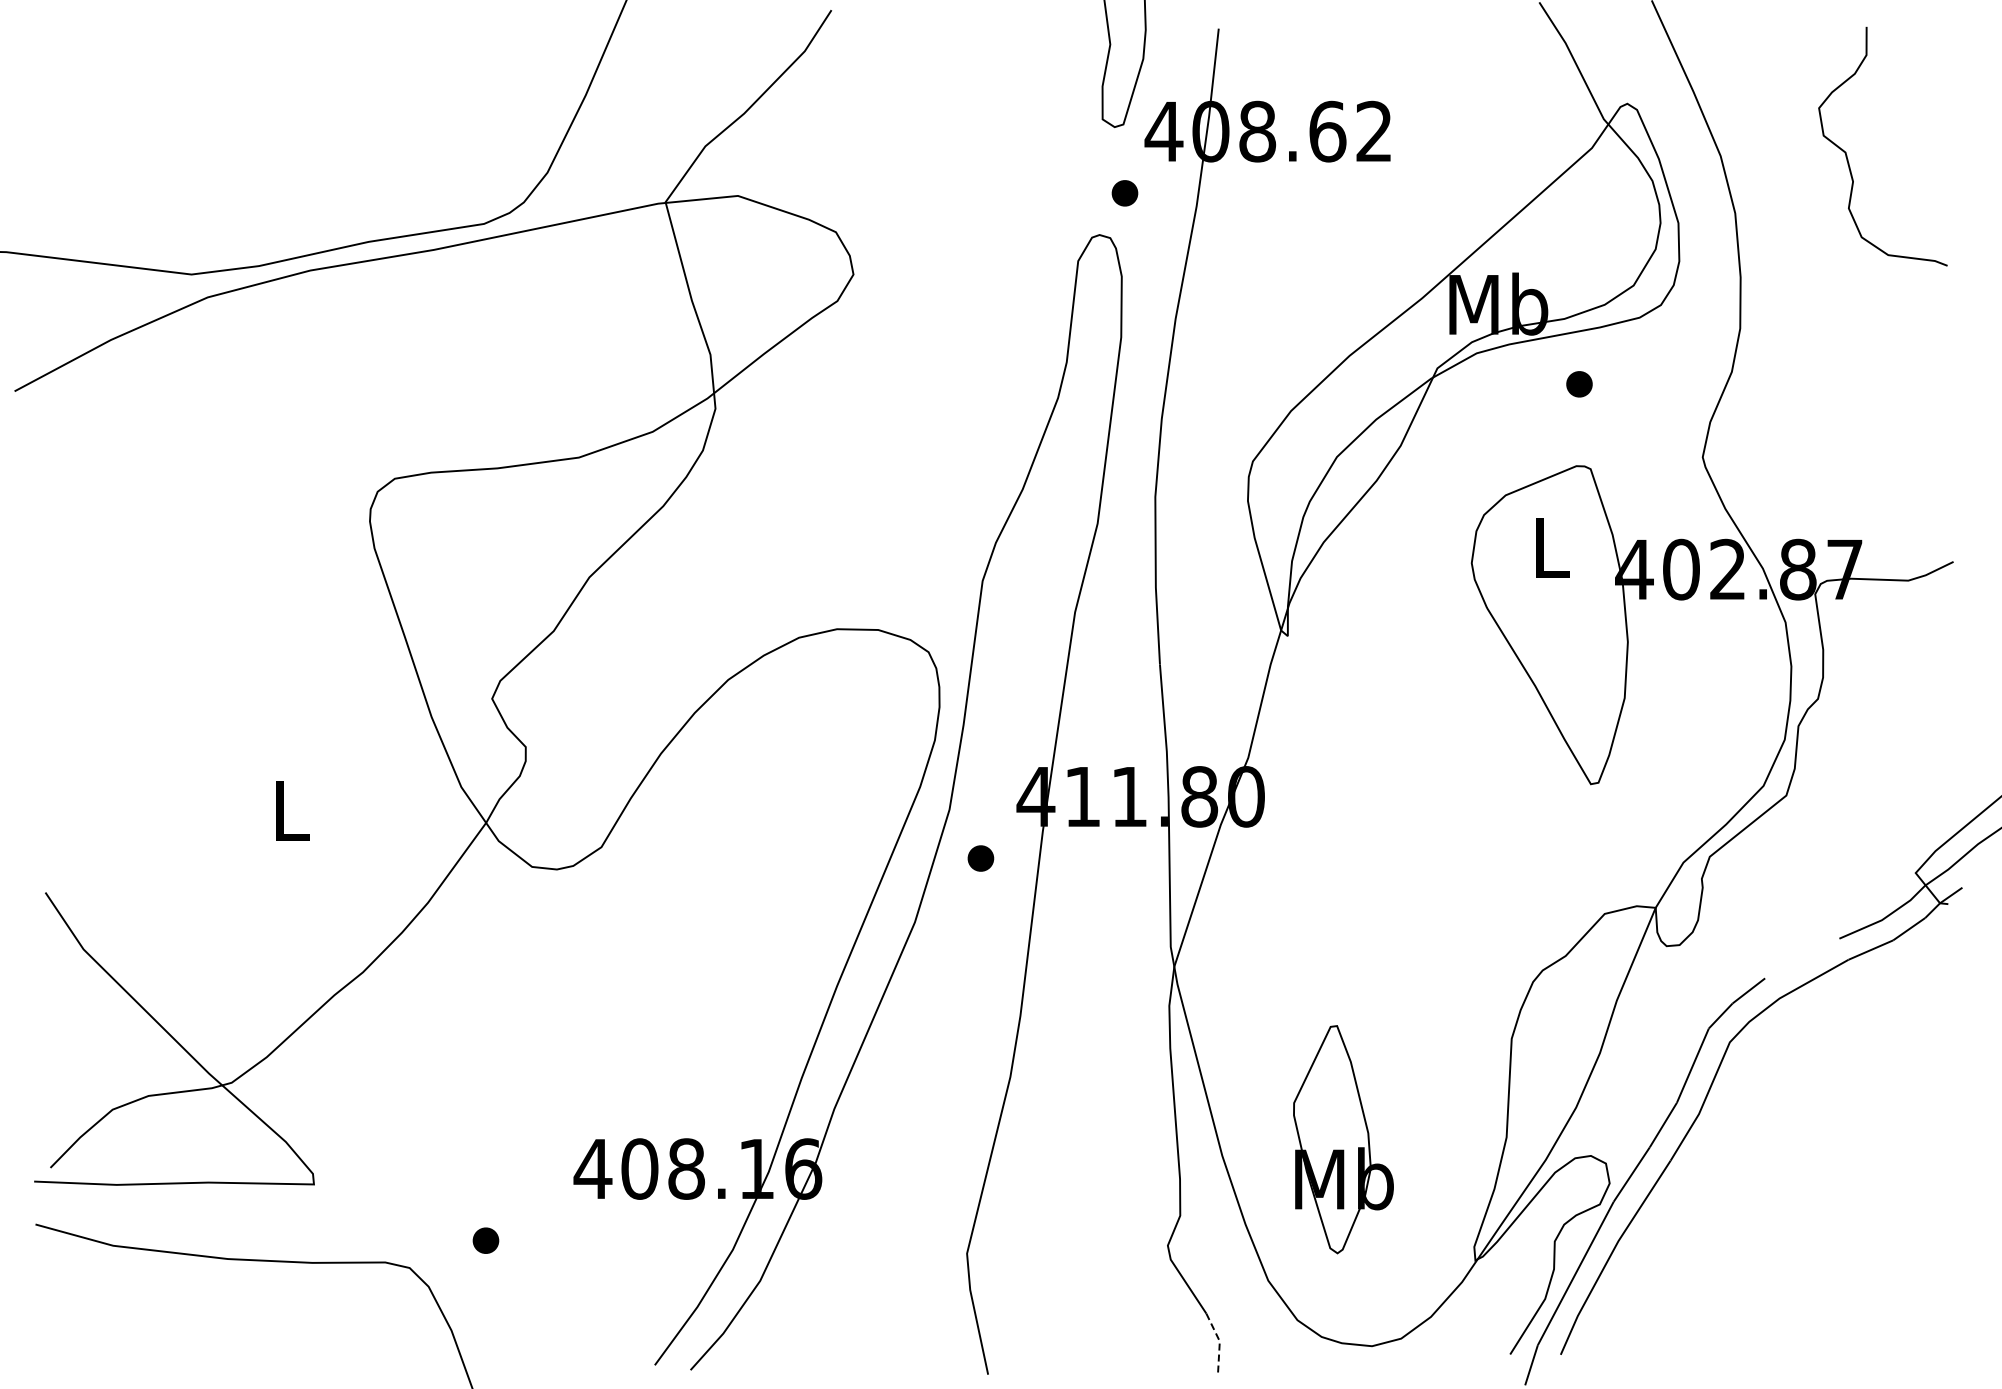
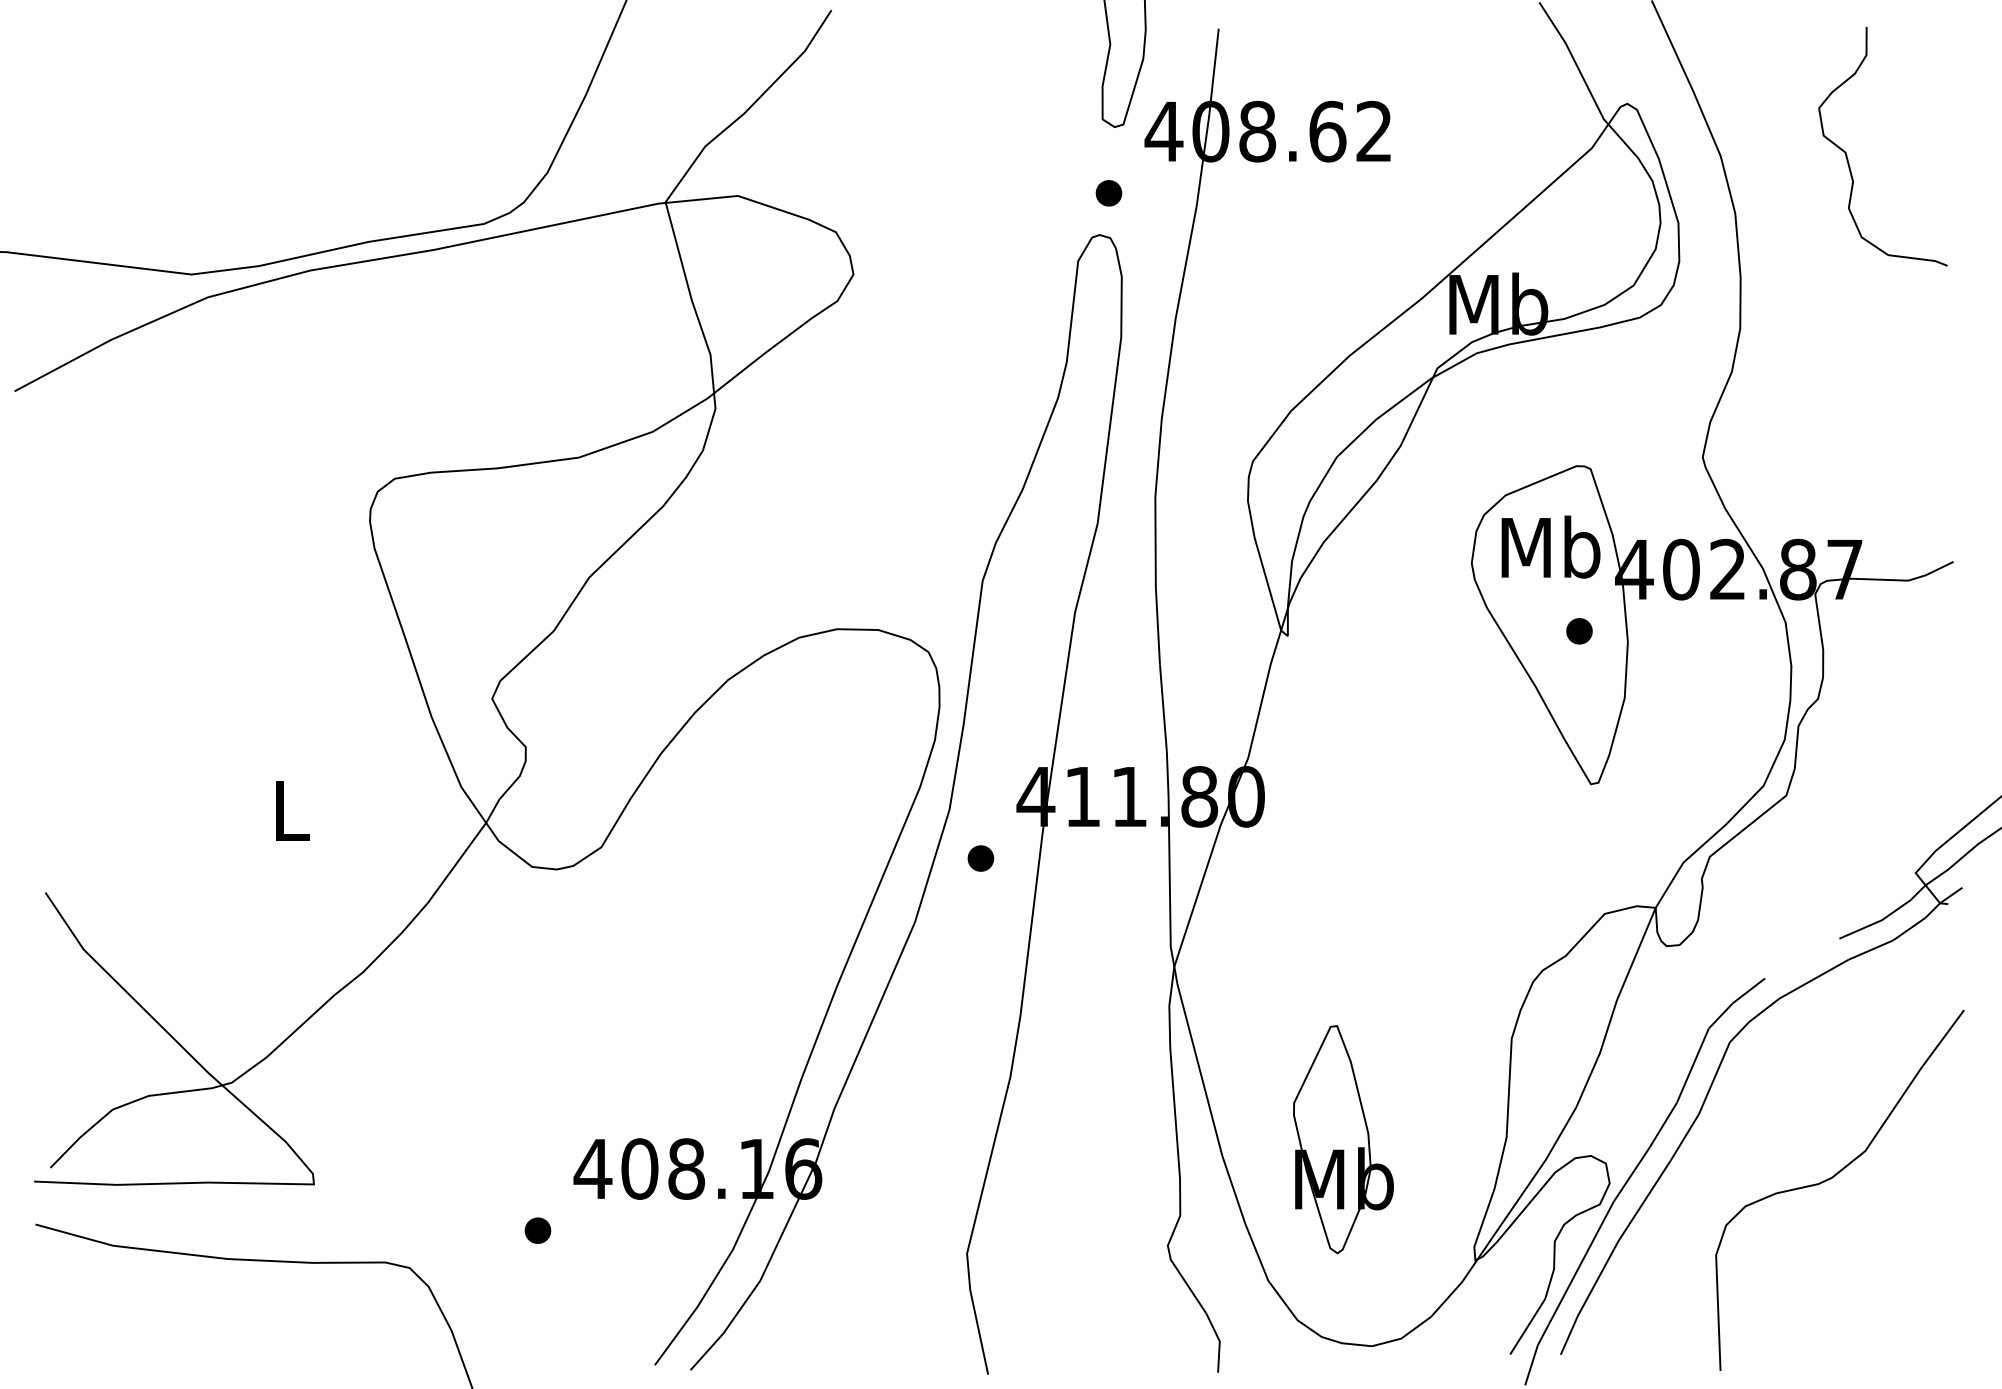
part at (1124, 193) position: (1124, 193) -> (1108, 193)
part at (1579, 384) position: (1579, 384) -> (1579, 631)
text at (1550, 546): L -> Mb
curve at (1831, 1179): none -> present
part at (485, 1240) position: (485, 1240) -> (537, 1230)
line at (1219, 1341): dashed -> solid
